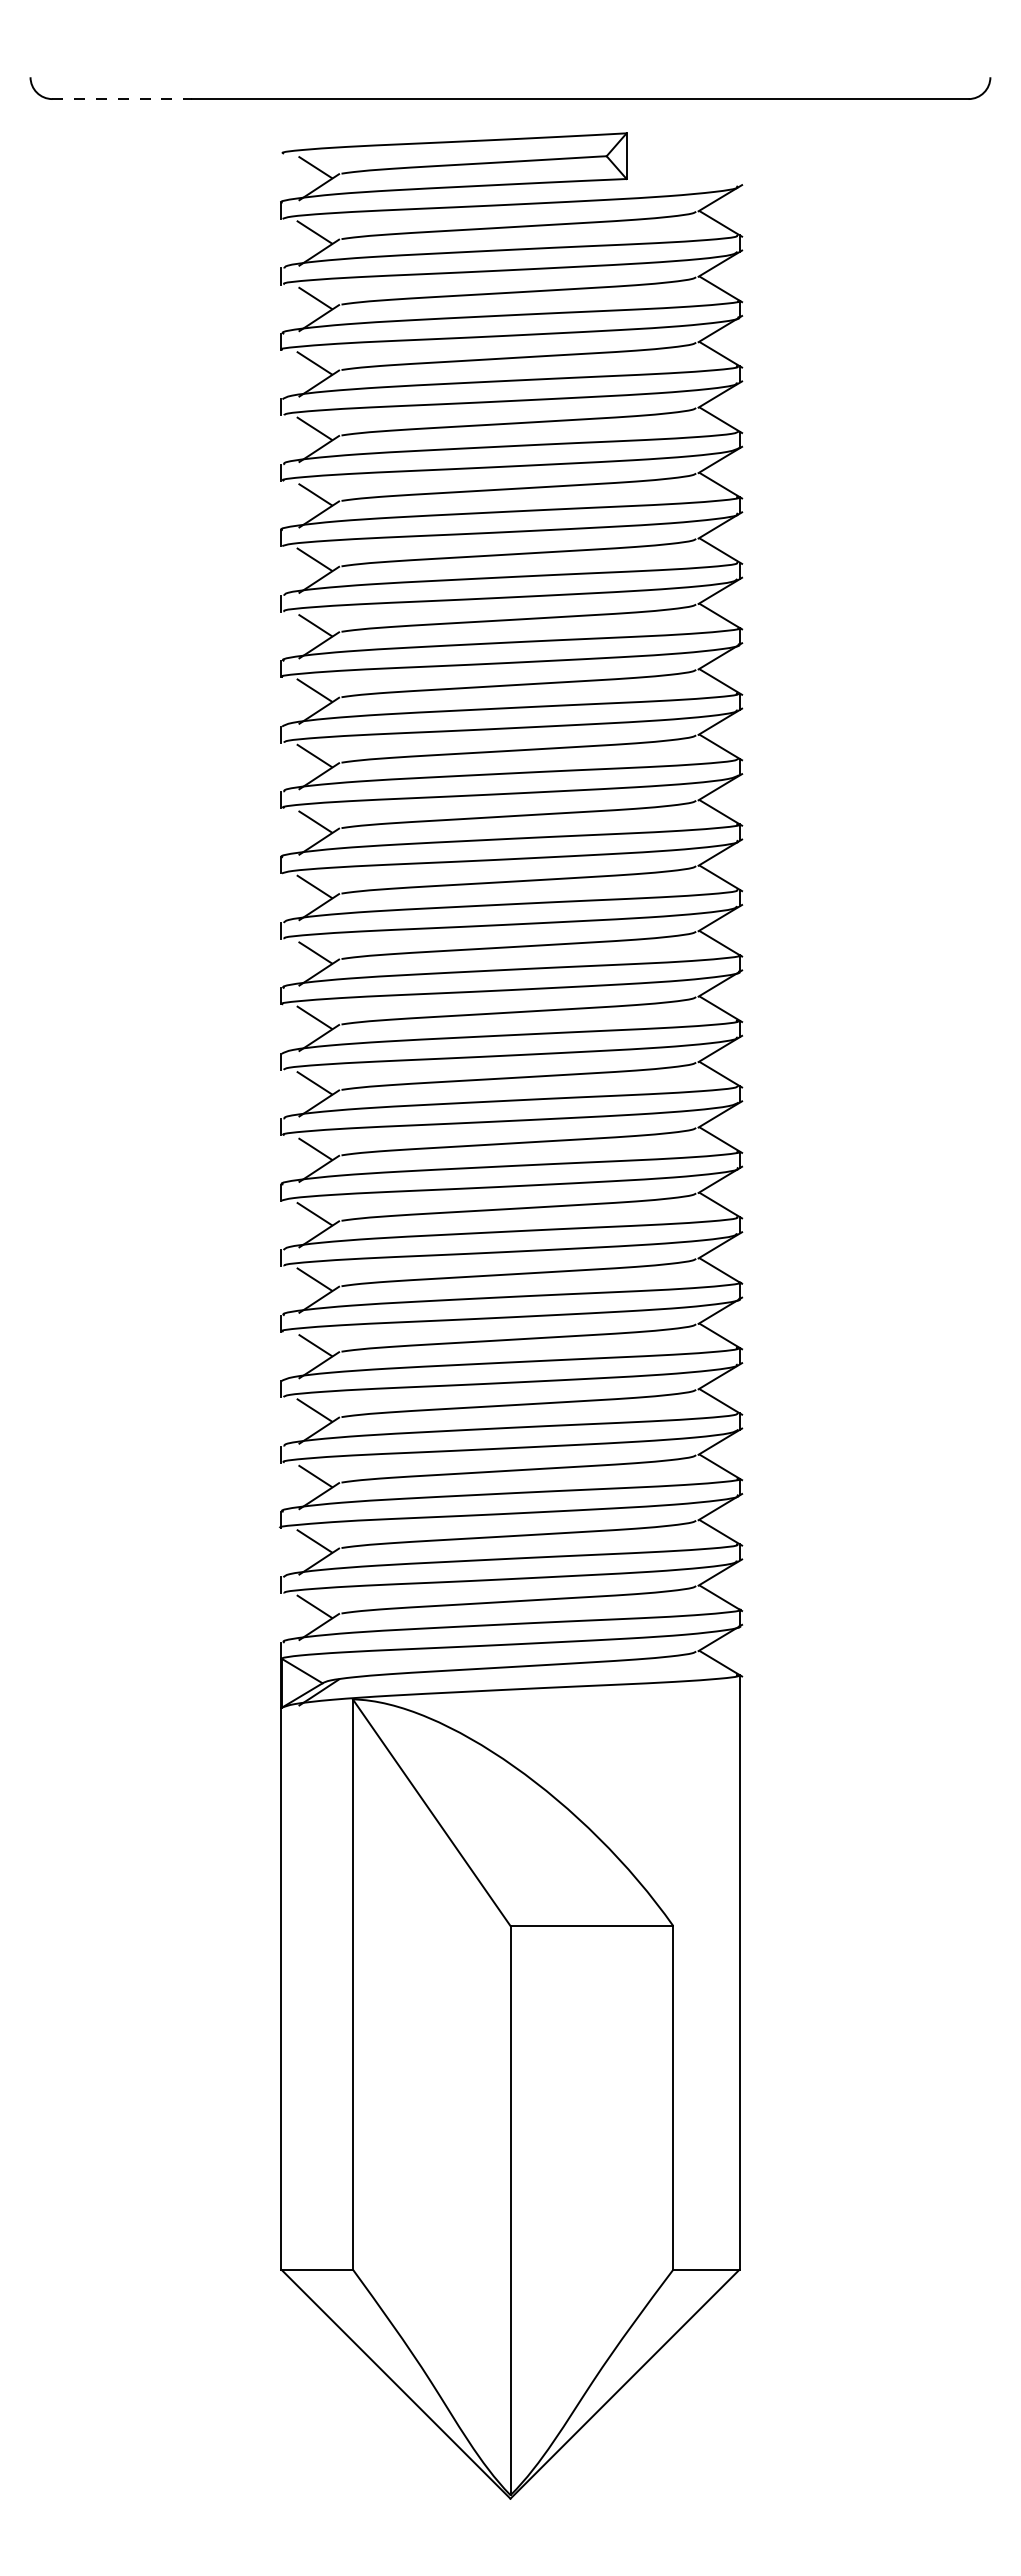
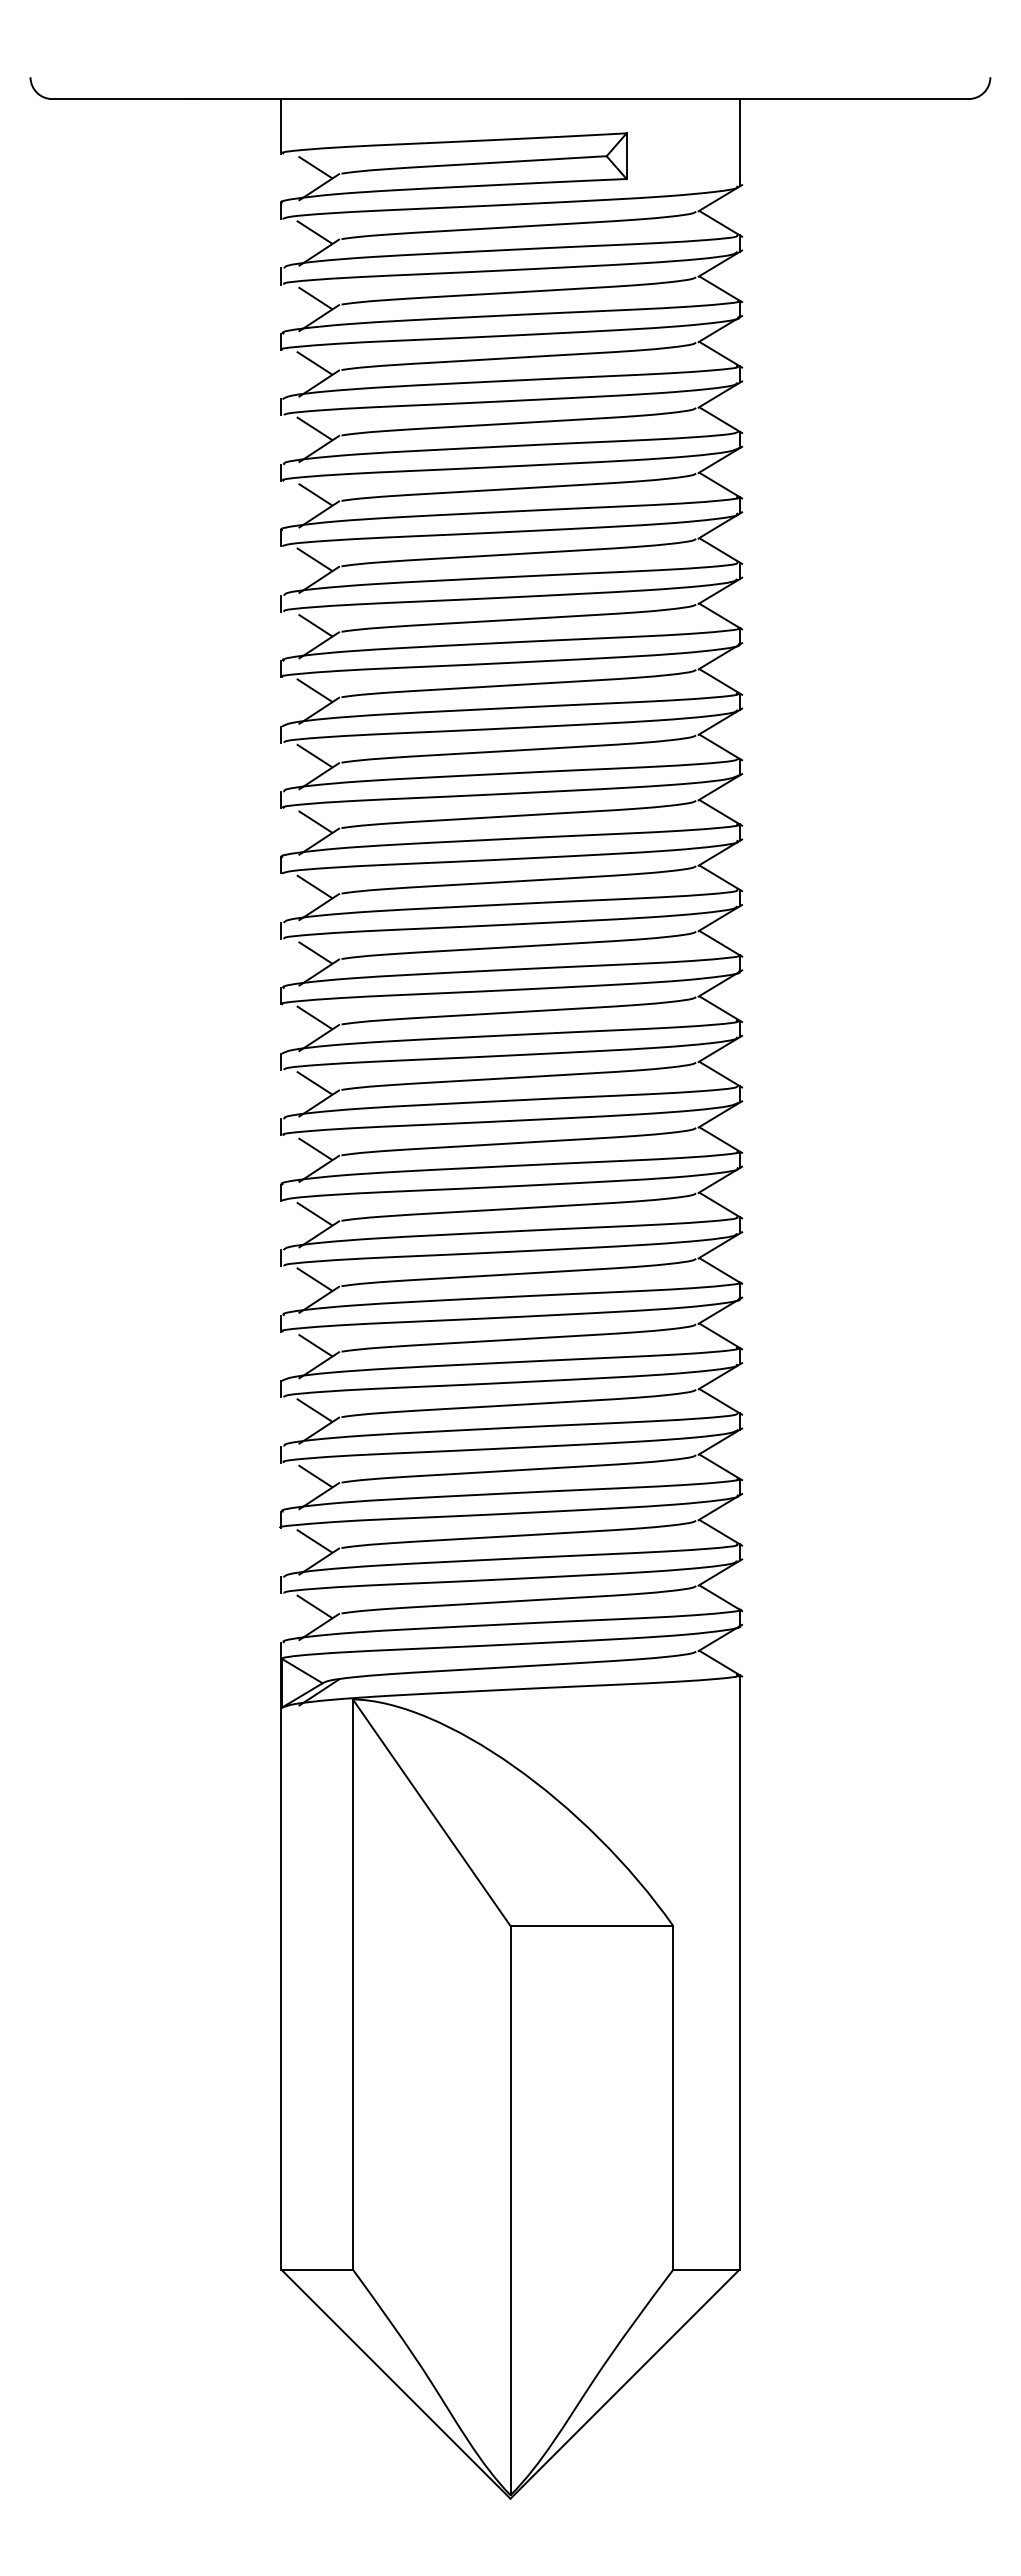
line at (122, 99): dashed -> solid
line at (281, 126): none -> present
line at (739, 142): none -> present
